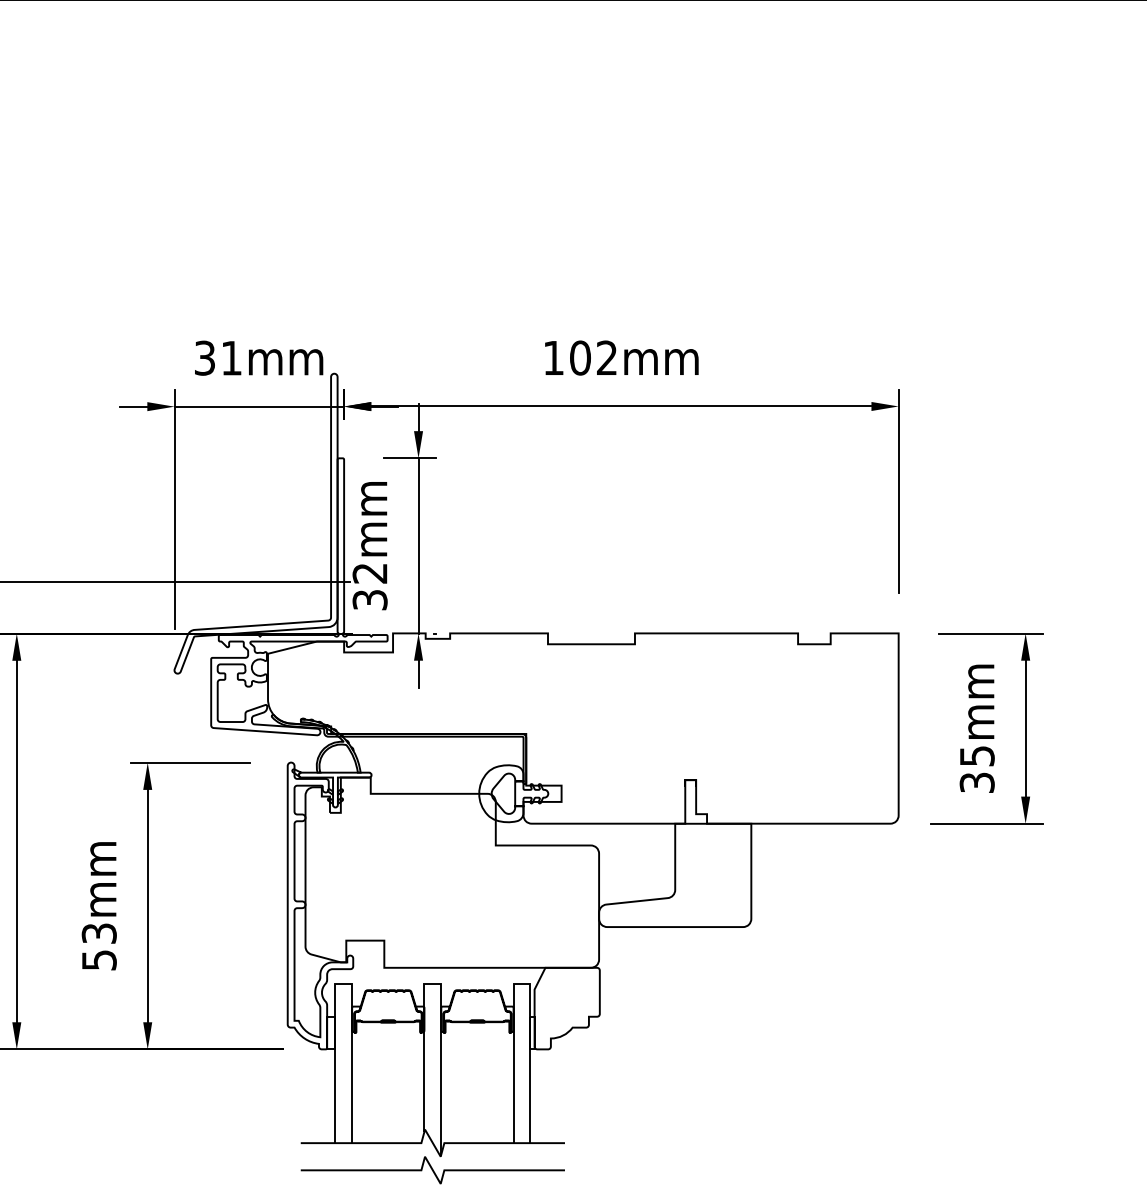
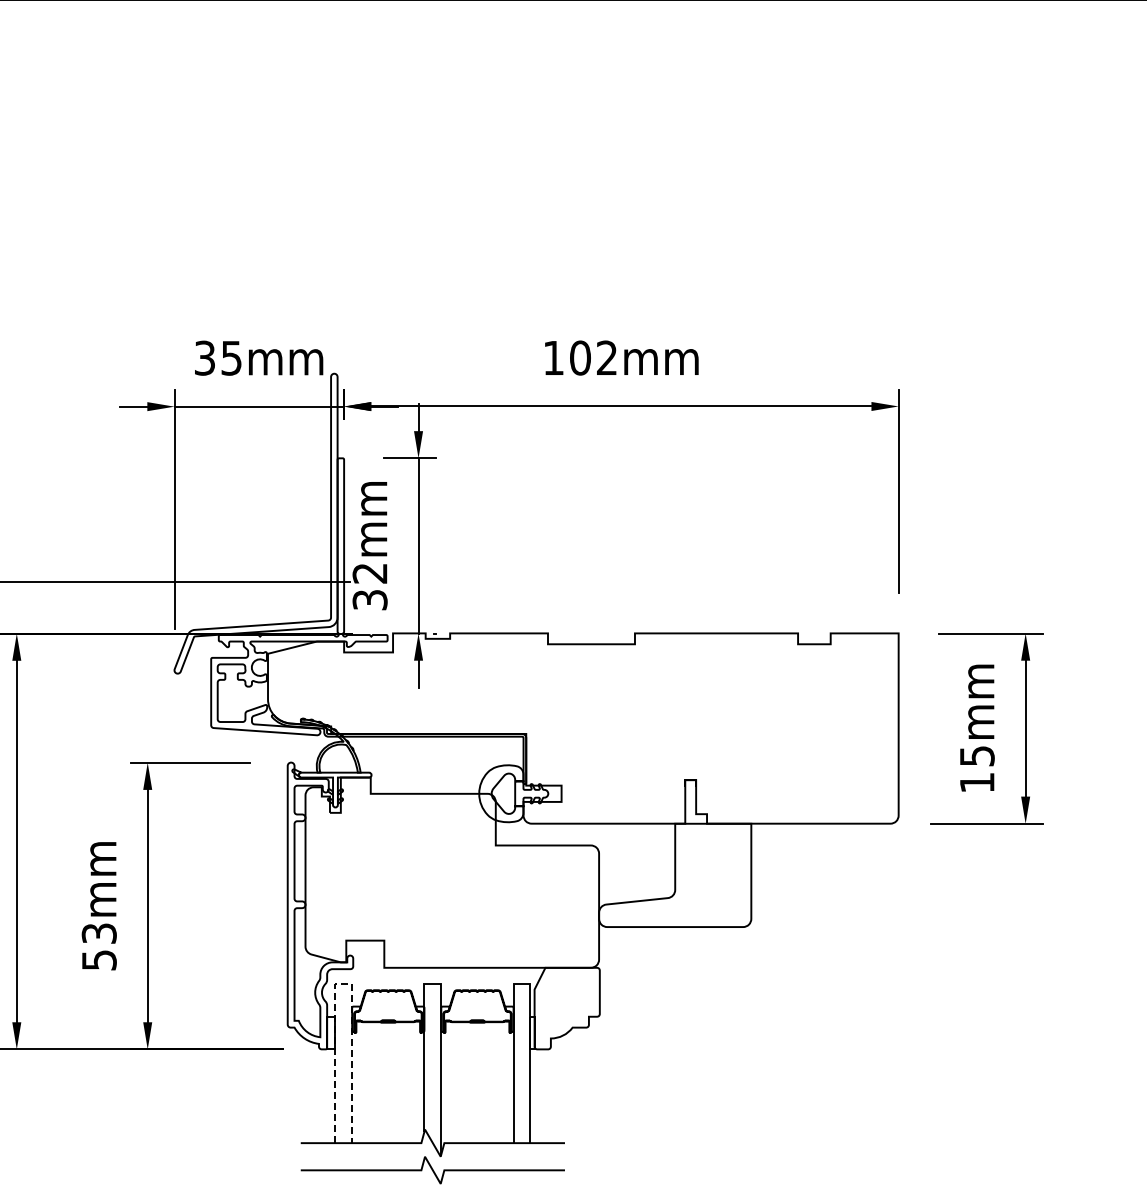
text at (231, 358): 31mm -> 35mm
text at (976, 782): 35mm -> 15mm
line at (344, 984): solid -> dashed
